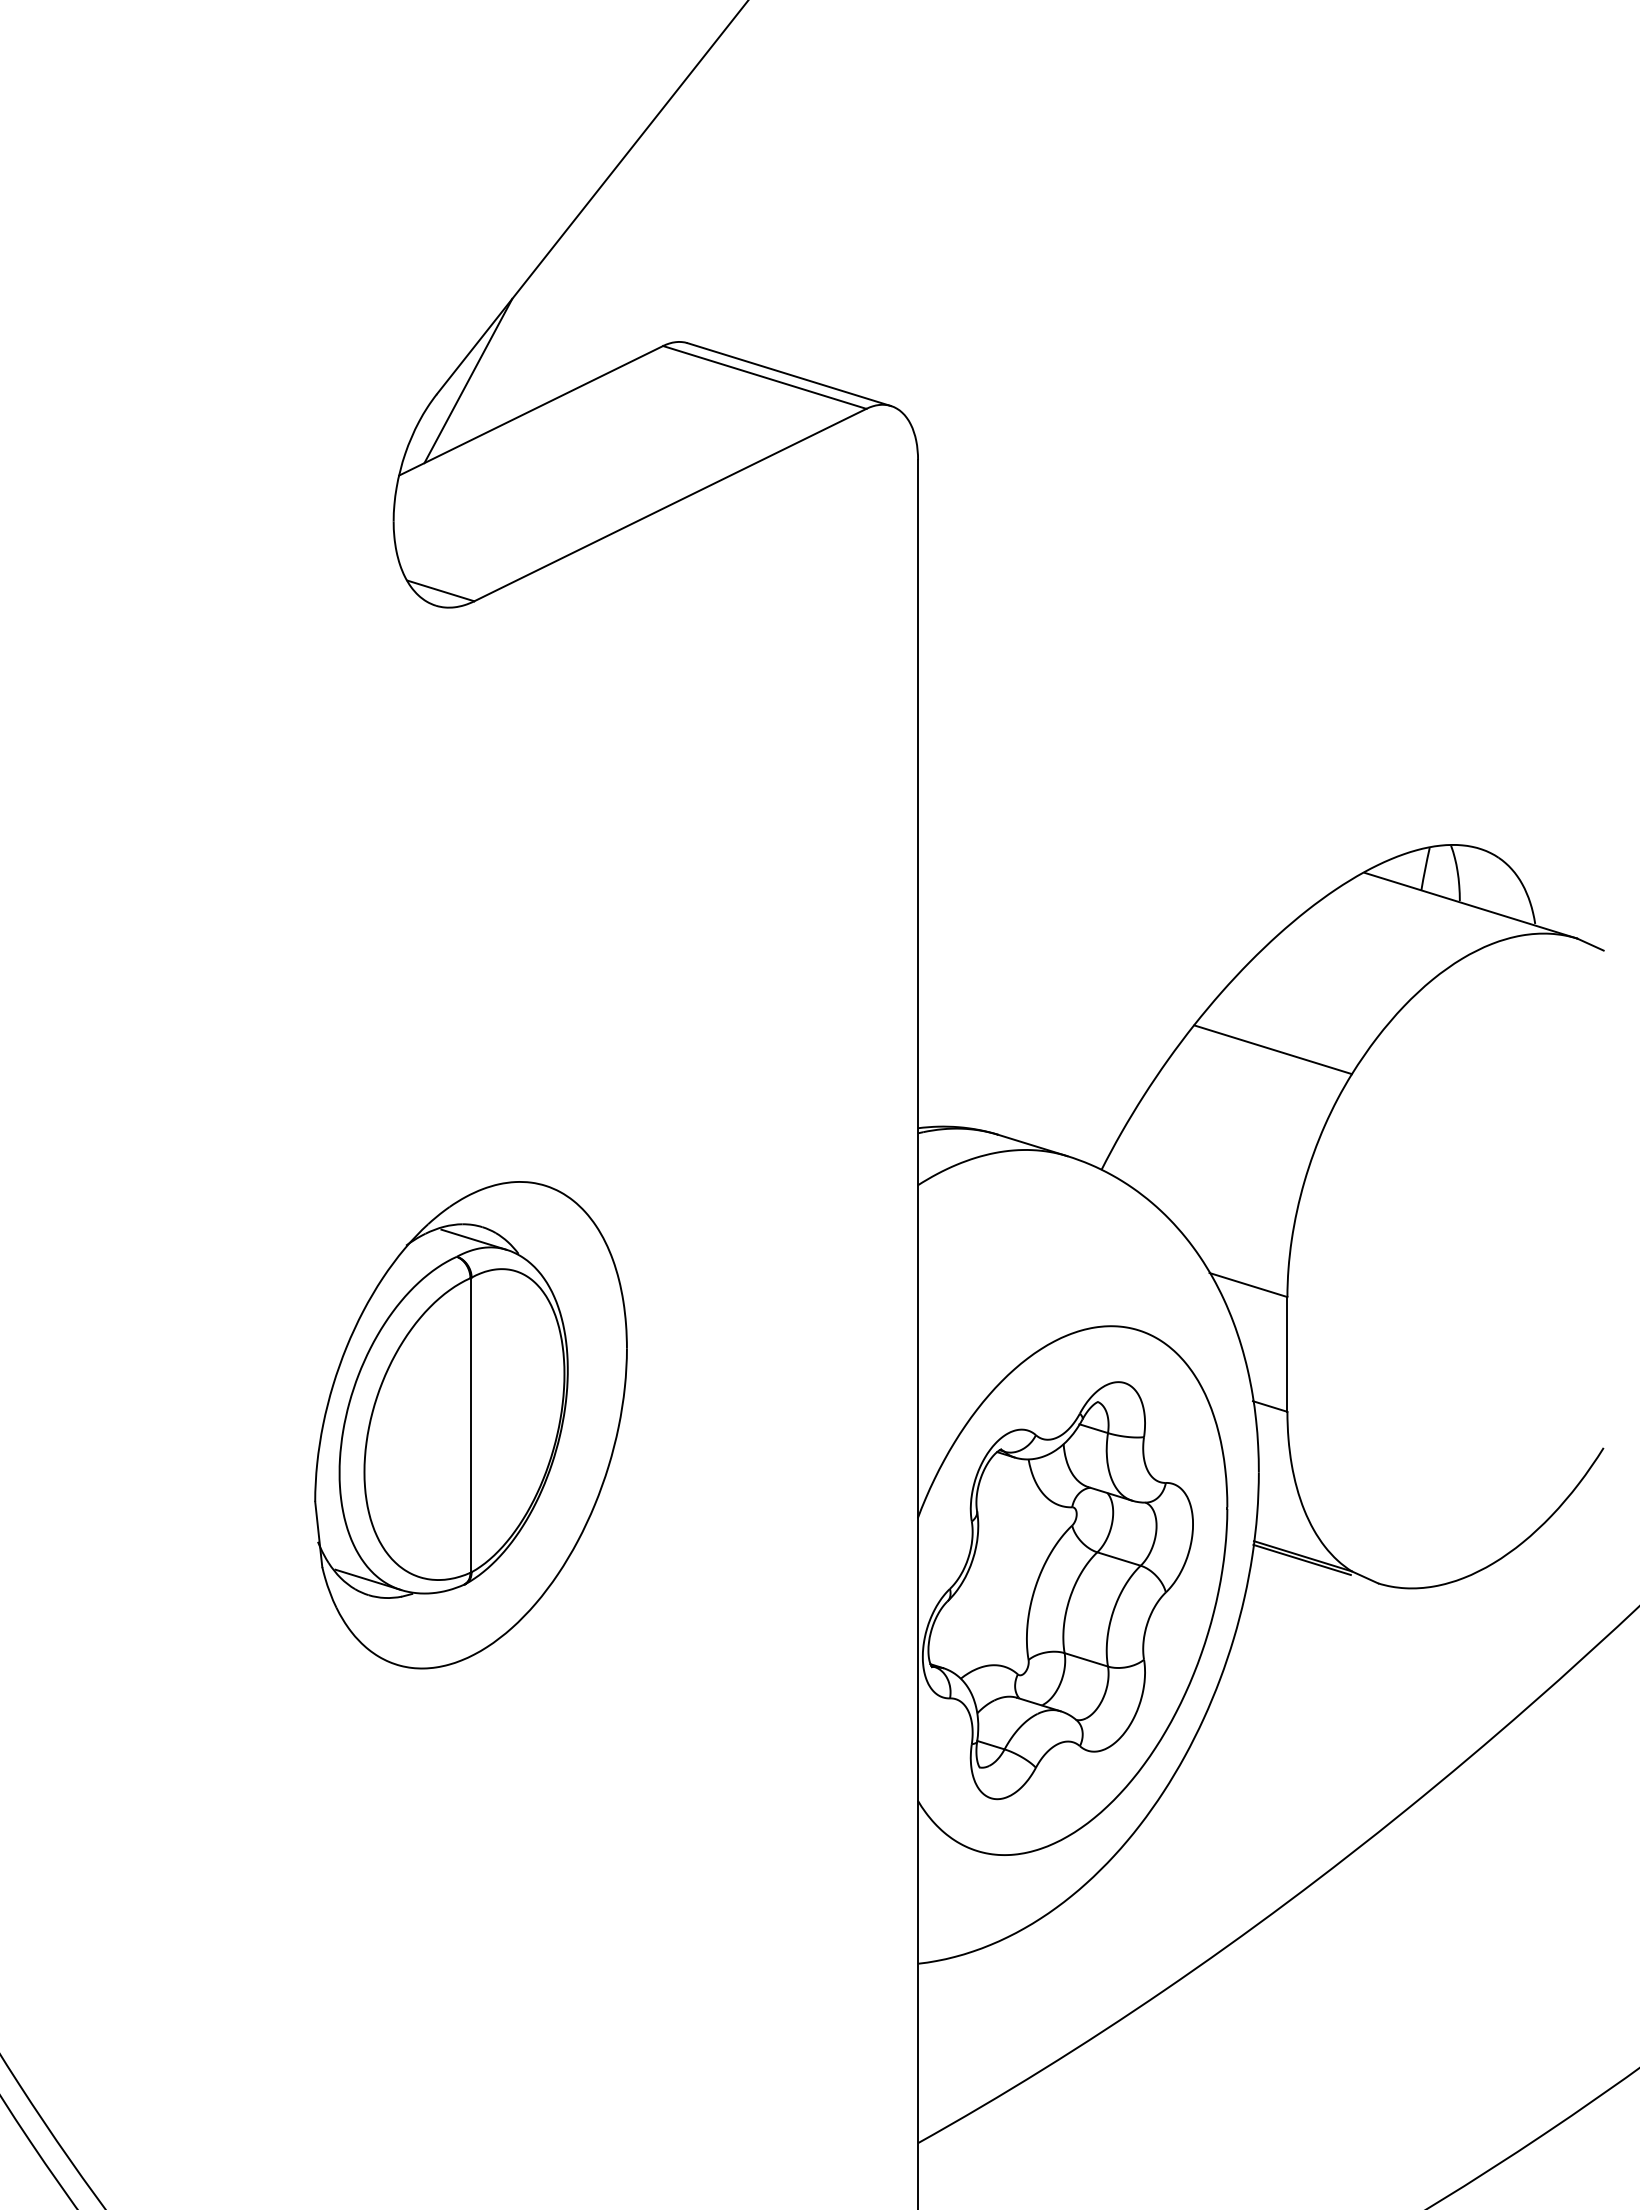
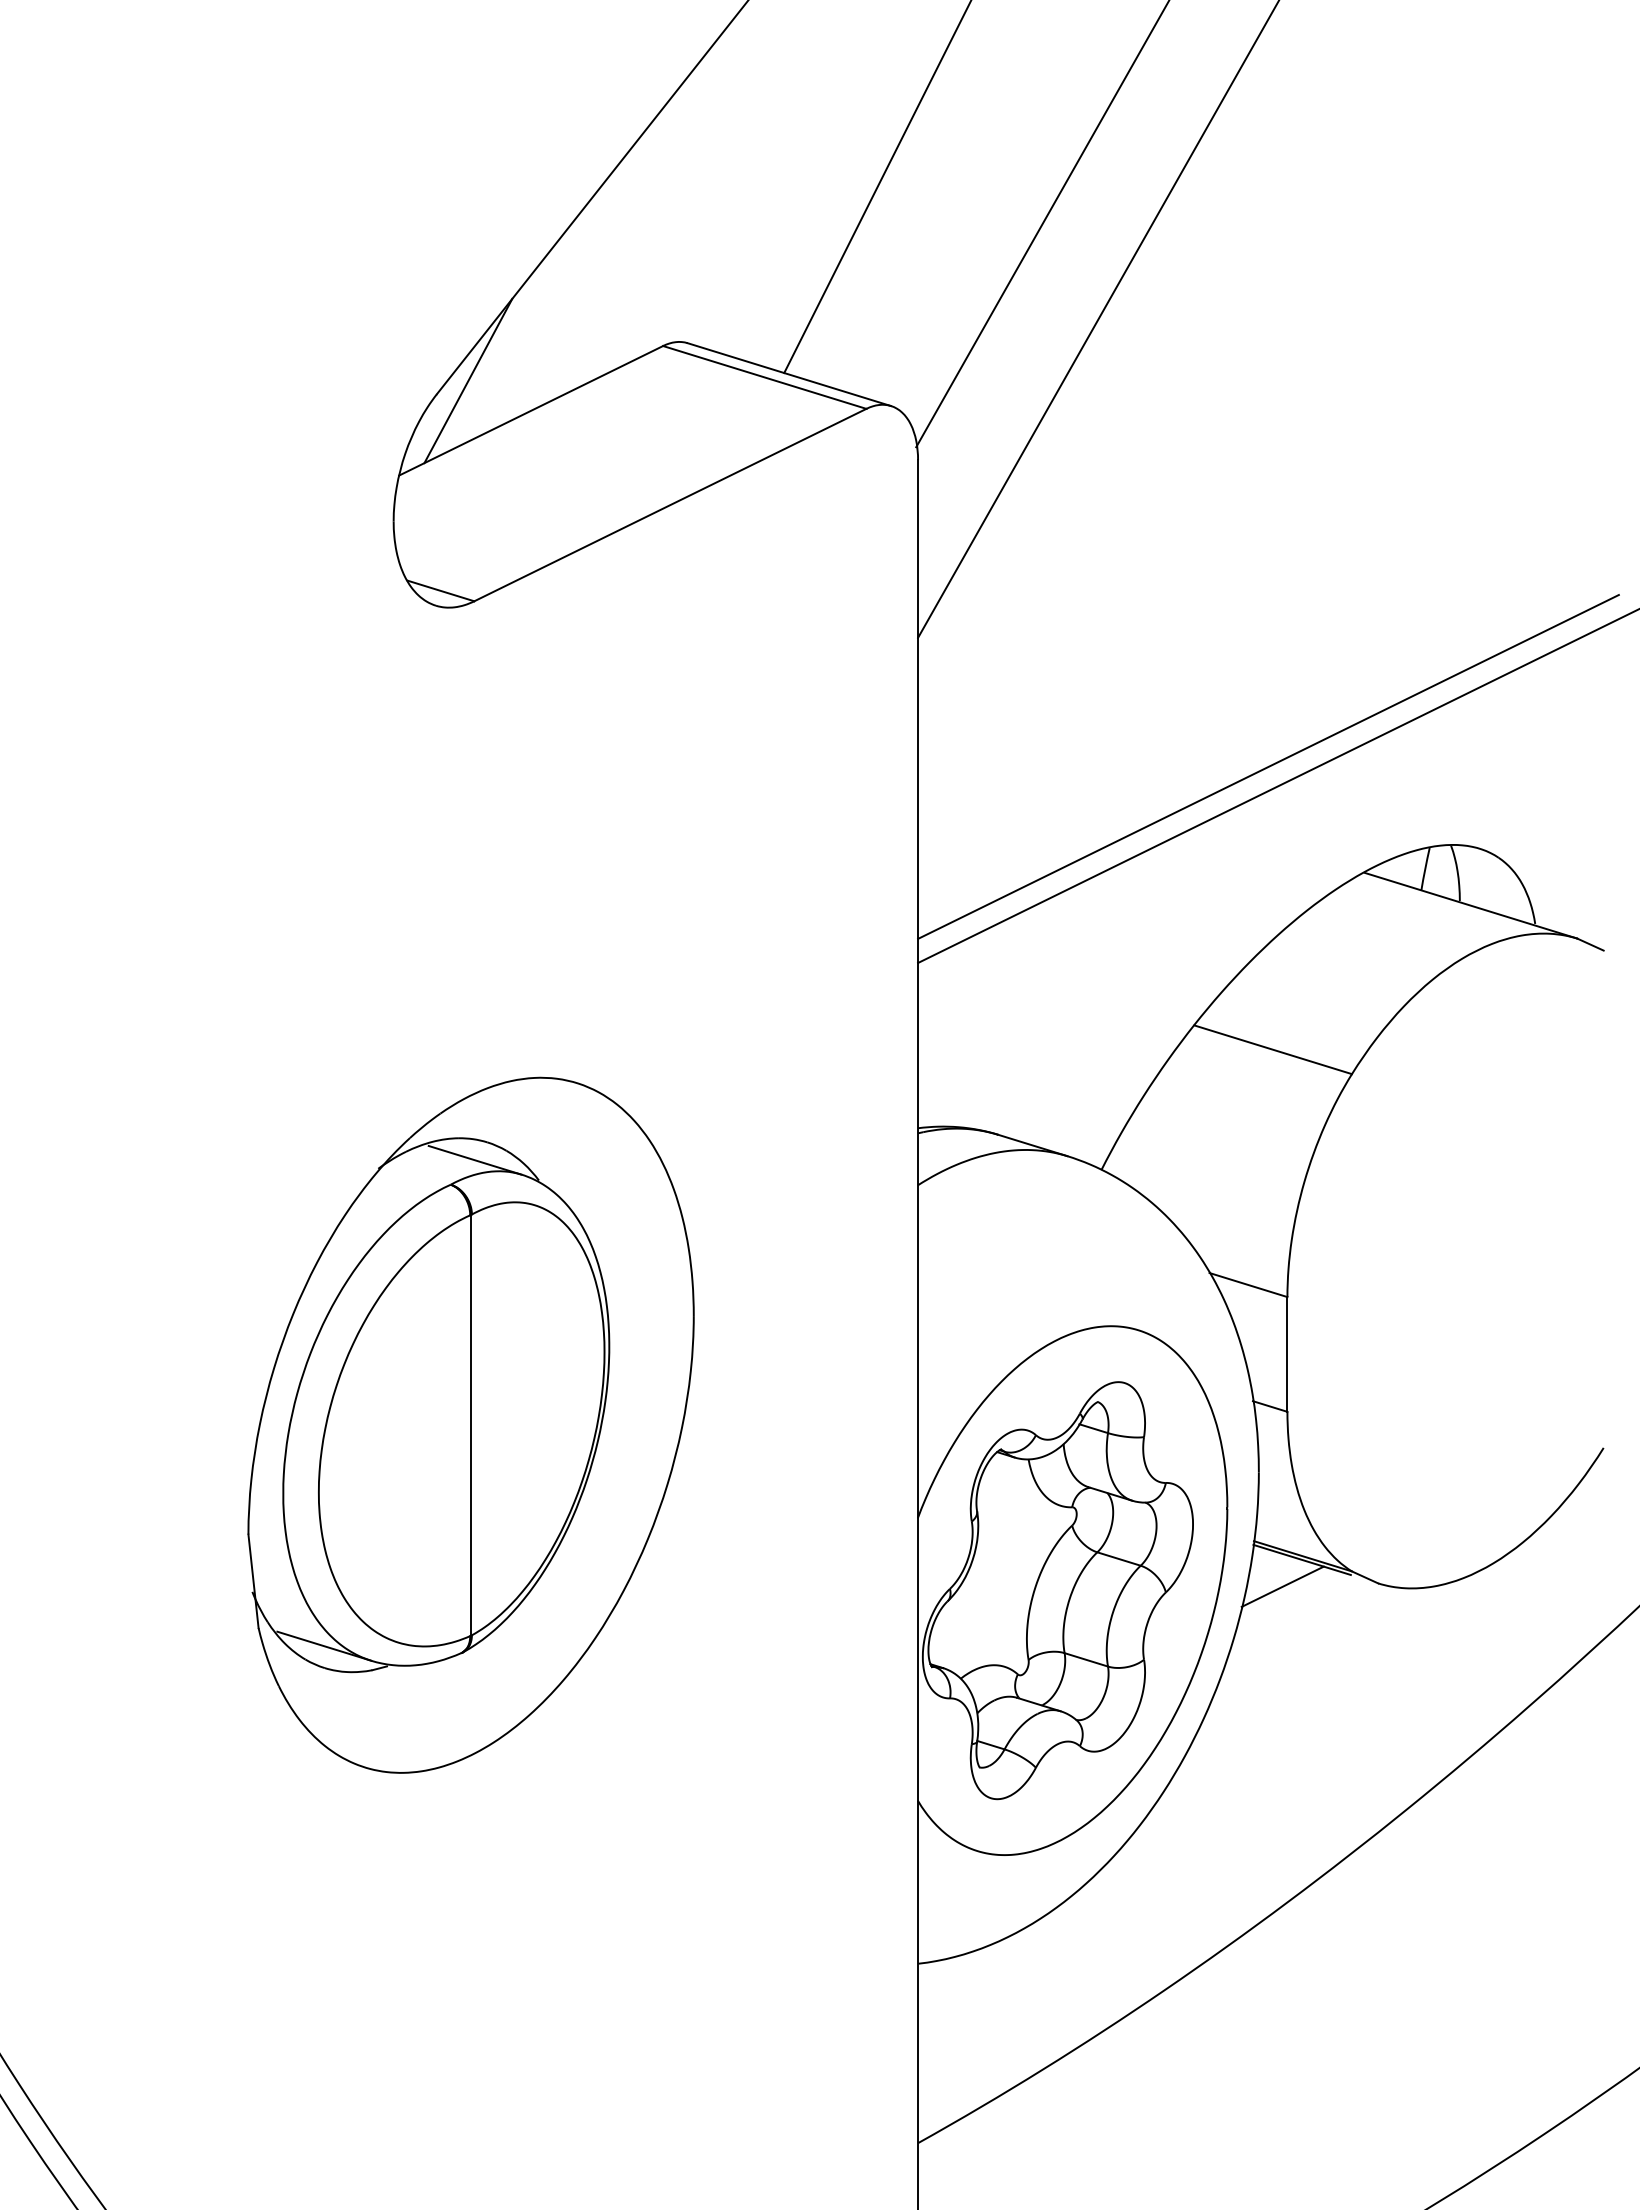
line at (877, 187): none -> present
line at (1042, 224): none -> present
line at (1098, 319): none -> present
line at (1268, 766): none -> present
line at (1277, 786): none -> present
part at (470, 1425) size: 314x489 px -> 448x698 px
line at (1282, 1586): none -> present
